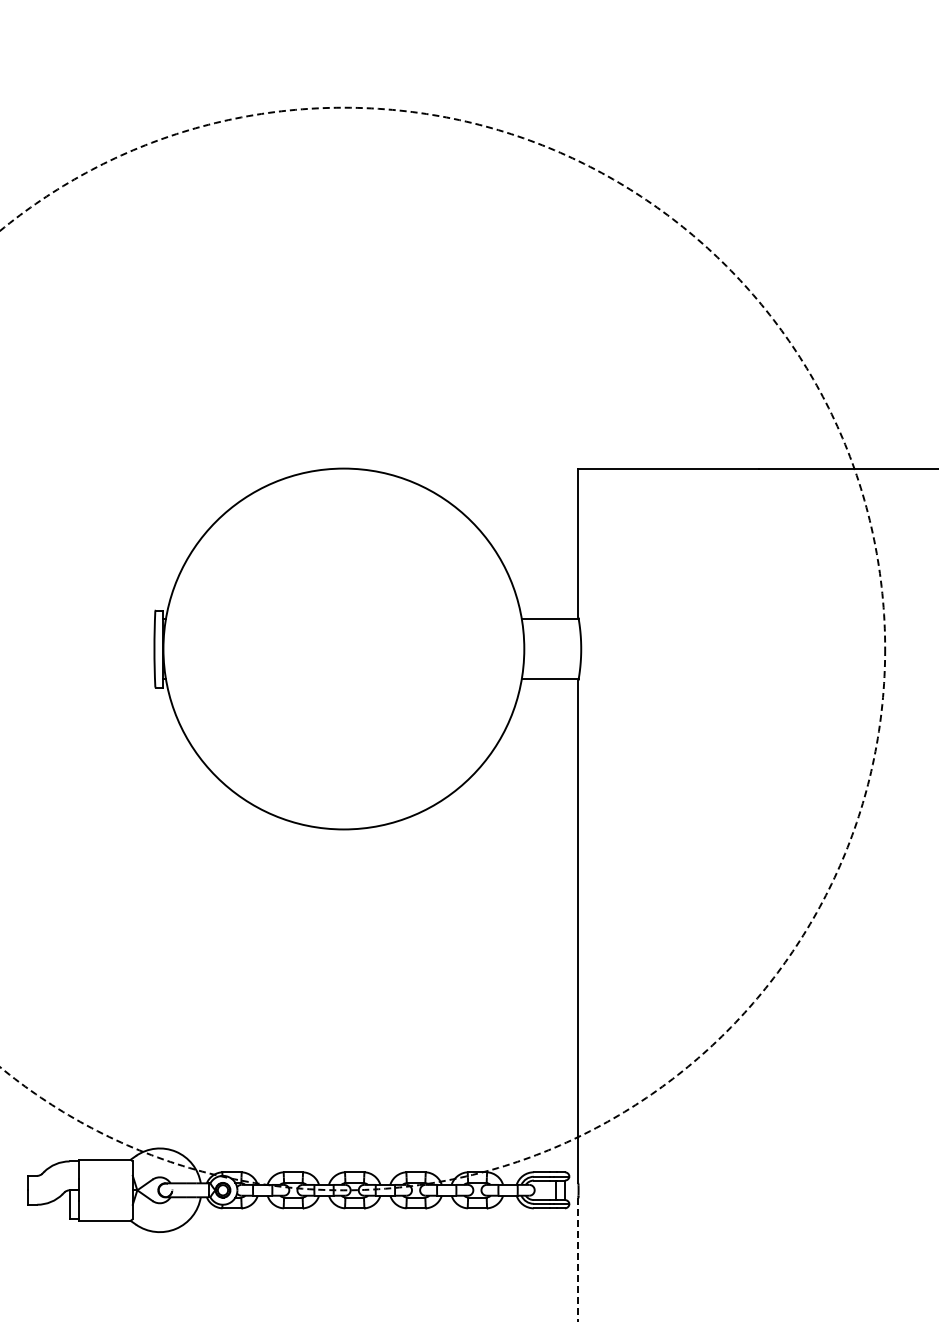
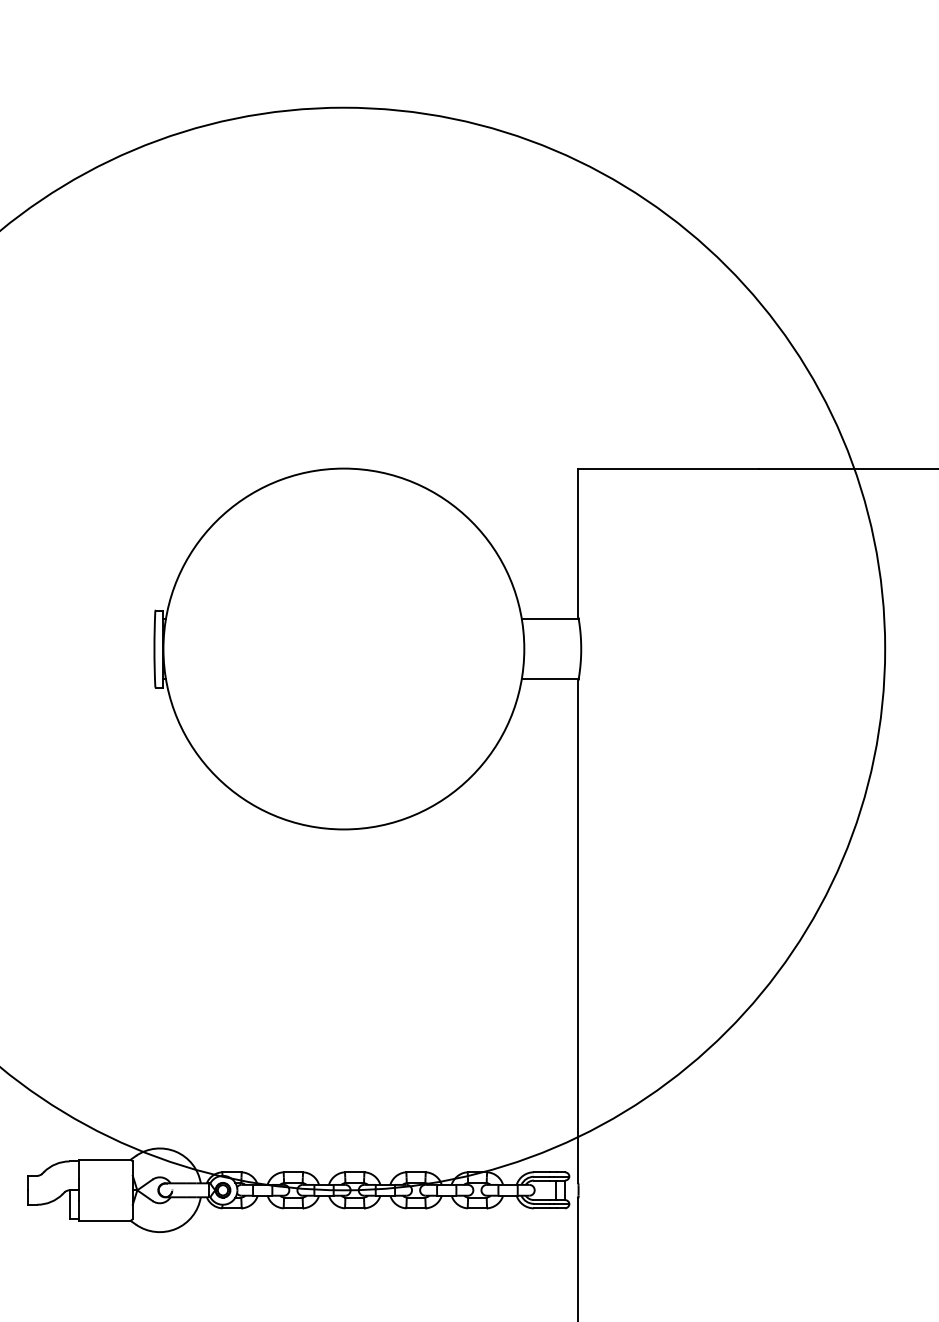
circle at (442, 648): dashed -> solid
line at (578, 1259): dashed -> solid
